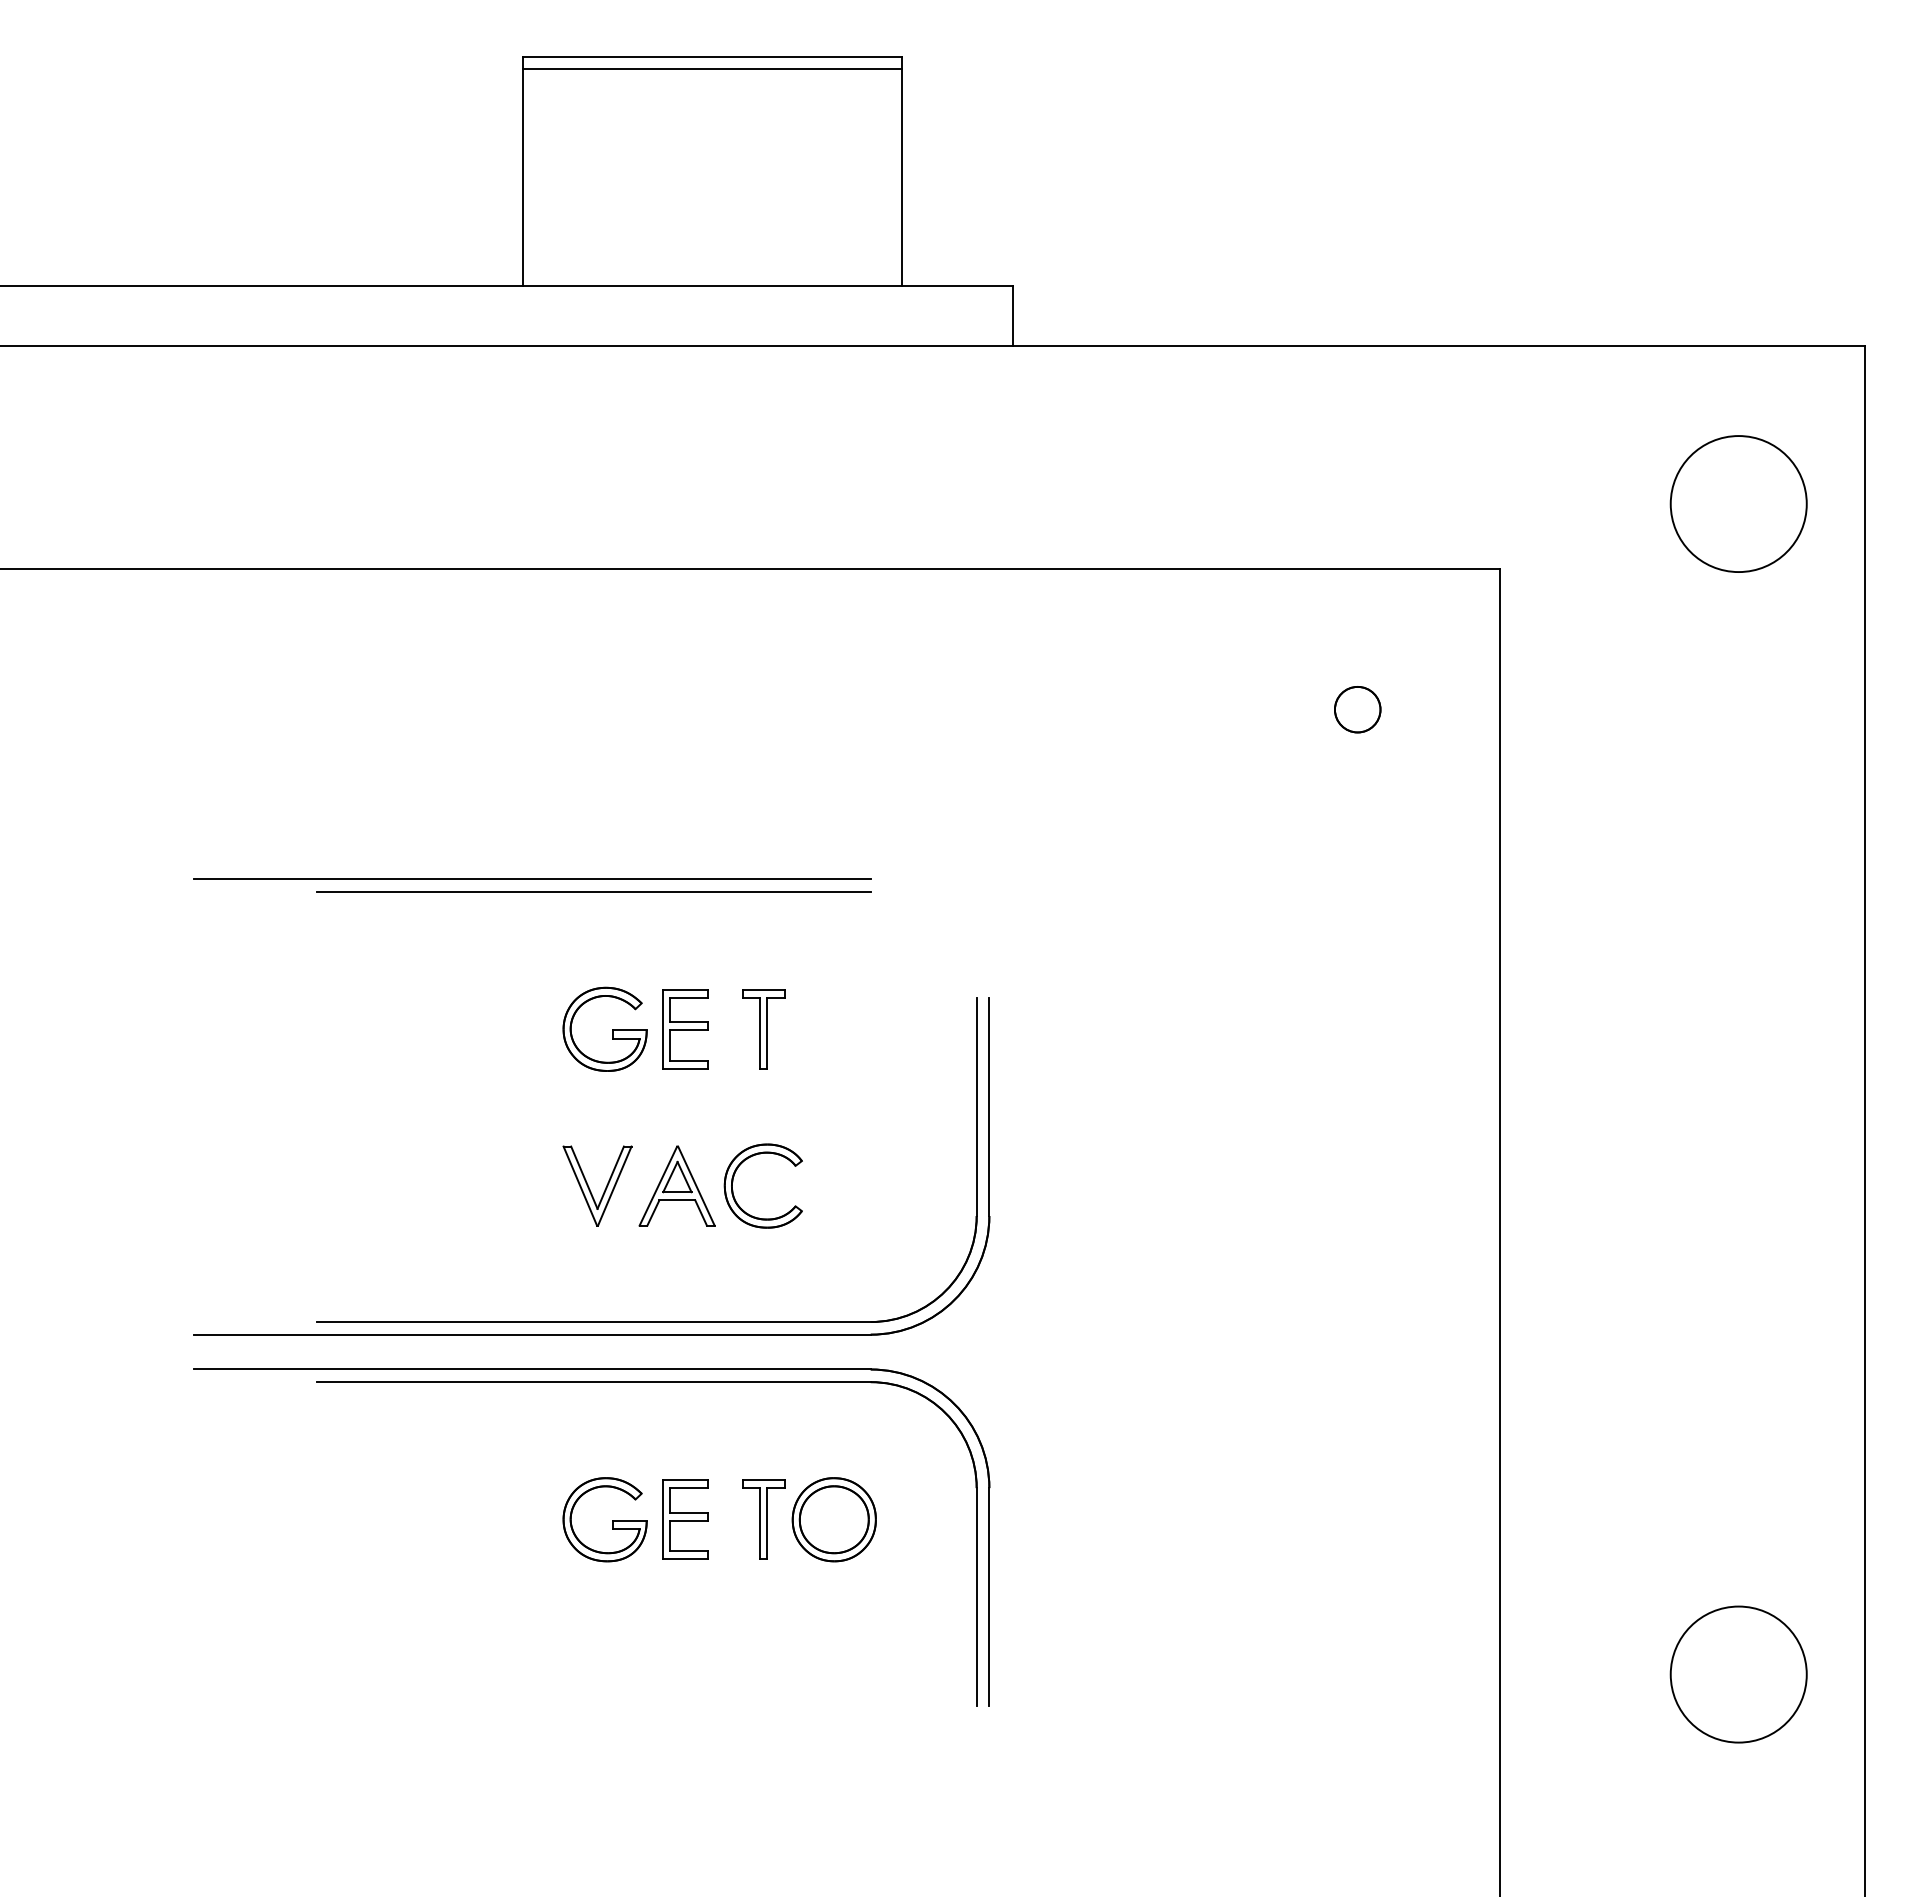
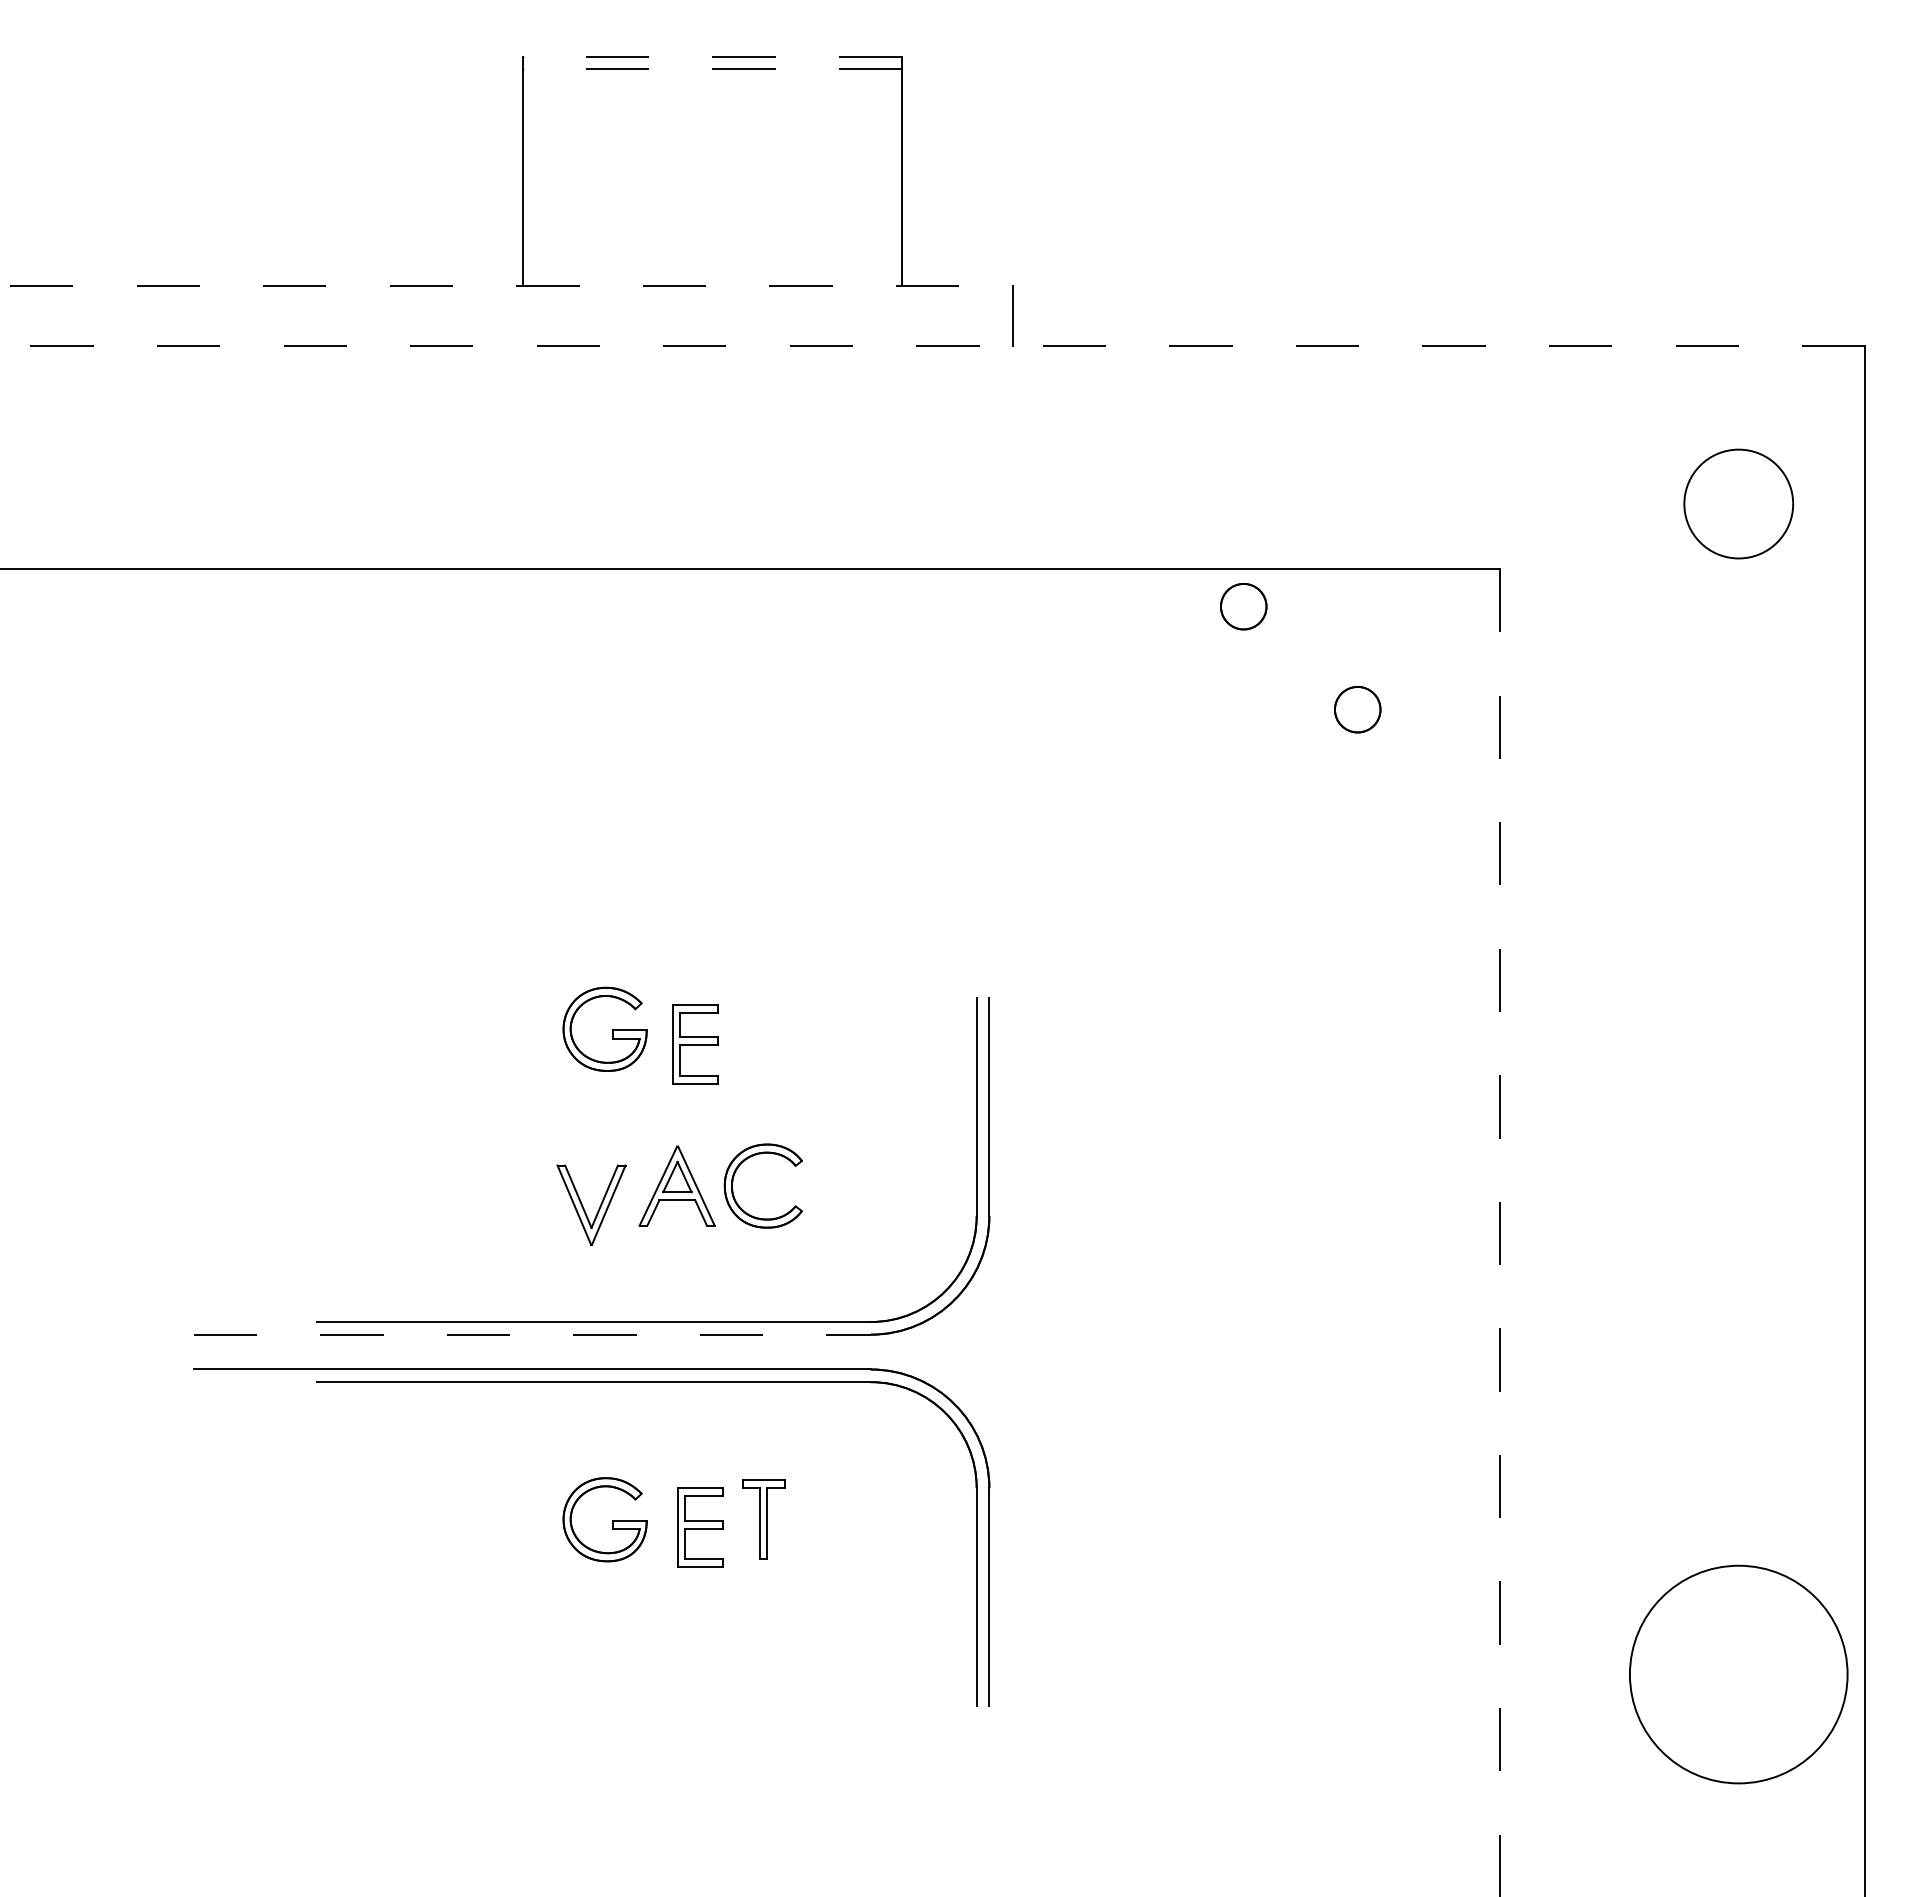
line at (712, 56): solid -> dashed
line at (712, 69): solid -> dashed
line at (507, 285): solid -> dashed
line at (932, 345): solid -> dashed
circle at (1738, 504) diameter: 136 px -> 109 px
circle at (1243, 606): none -> present
line at (531, 879): present -> none
line at (593, 891): present -> none
part at (685, 1029) position: (685, 1029) -> (695, 1044)
part at (763, 1029): present -> none
part at (589, 1186) position: (589, 1186) -> (583, 1205)
line at (1499, 1233): solid -> dashed
line at (532, 1334): solid -> dashed
part at (685, 1519) position: (685, 1519) -> (700, 1527)
part at (833, 1519): present -> none
circle at (1738, 1674) diameter: 136 px -> 218 px
